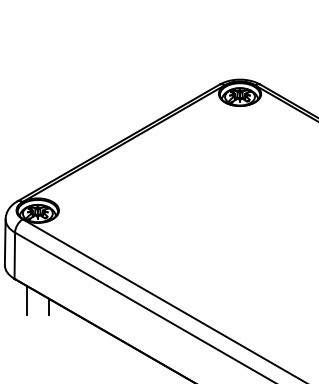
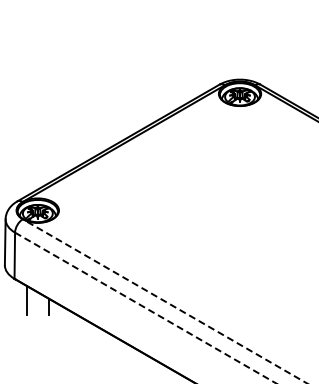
line at (165, 301): solid -> dashed
line at (146, 308): solid -> dashed
